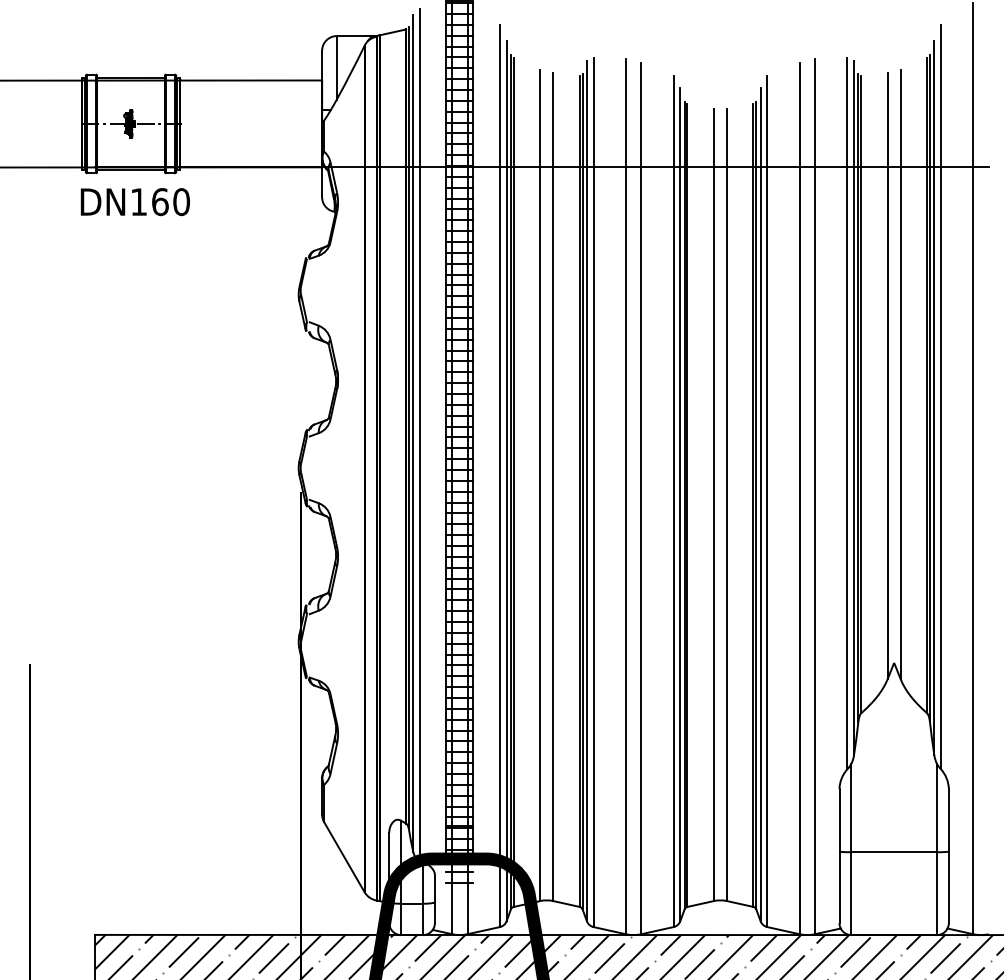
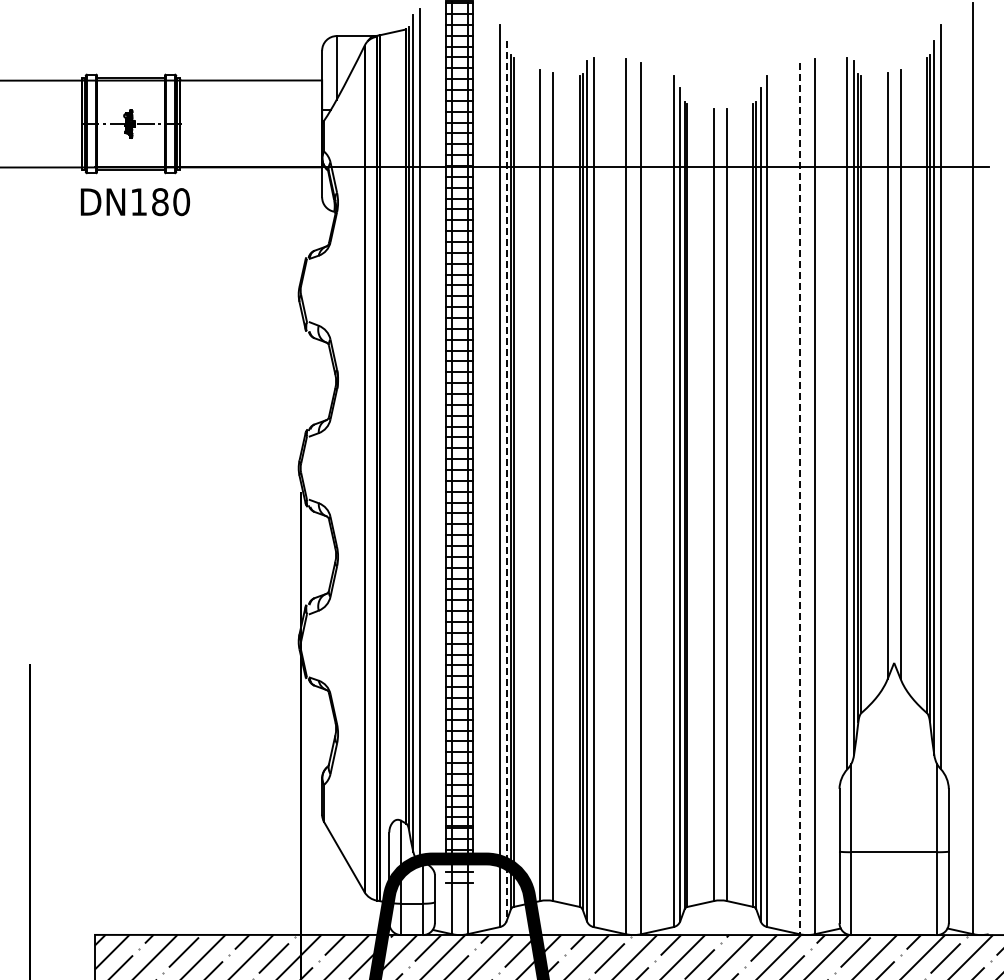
text at (160, 201): DN160 -> DN180
line at (506, 481): solid -> dashed
line at (799, 498): solid -> dashed
